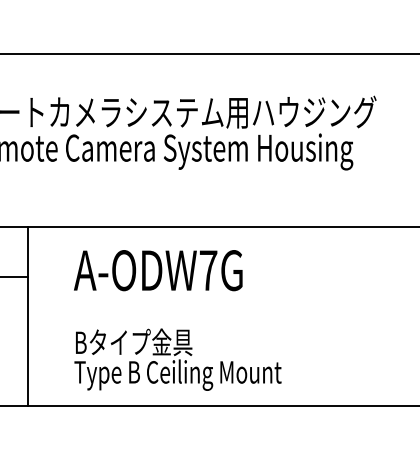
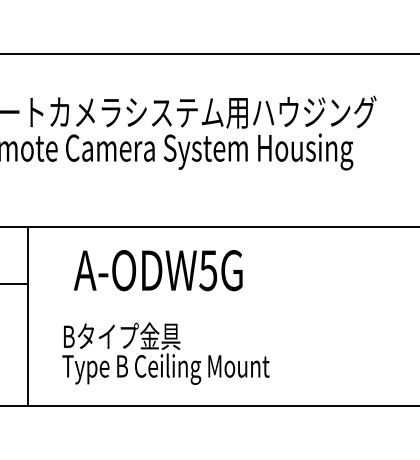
text at (208, 270): A-ODW7G -> A-ODW5G
line at (15, 276) position: (15, 276) -> (15, 283)
text at (177, 359) position: (177, 359) -> (165, 353)
